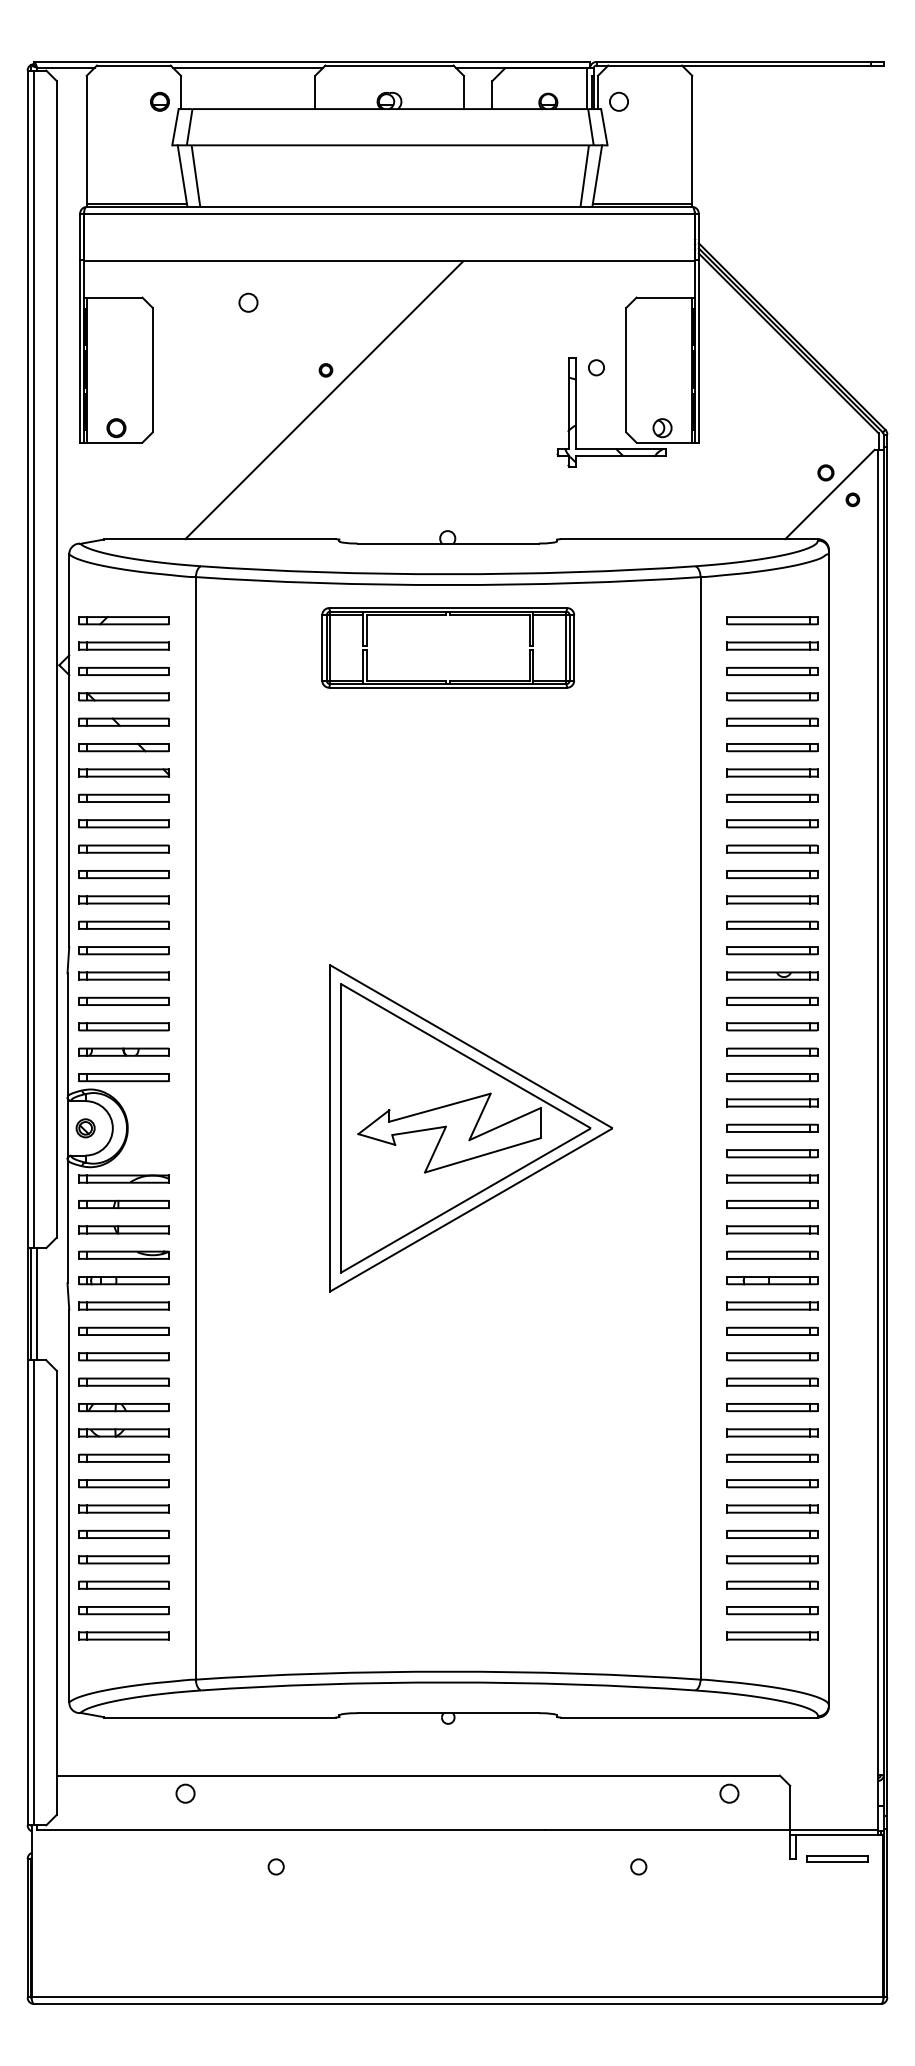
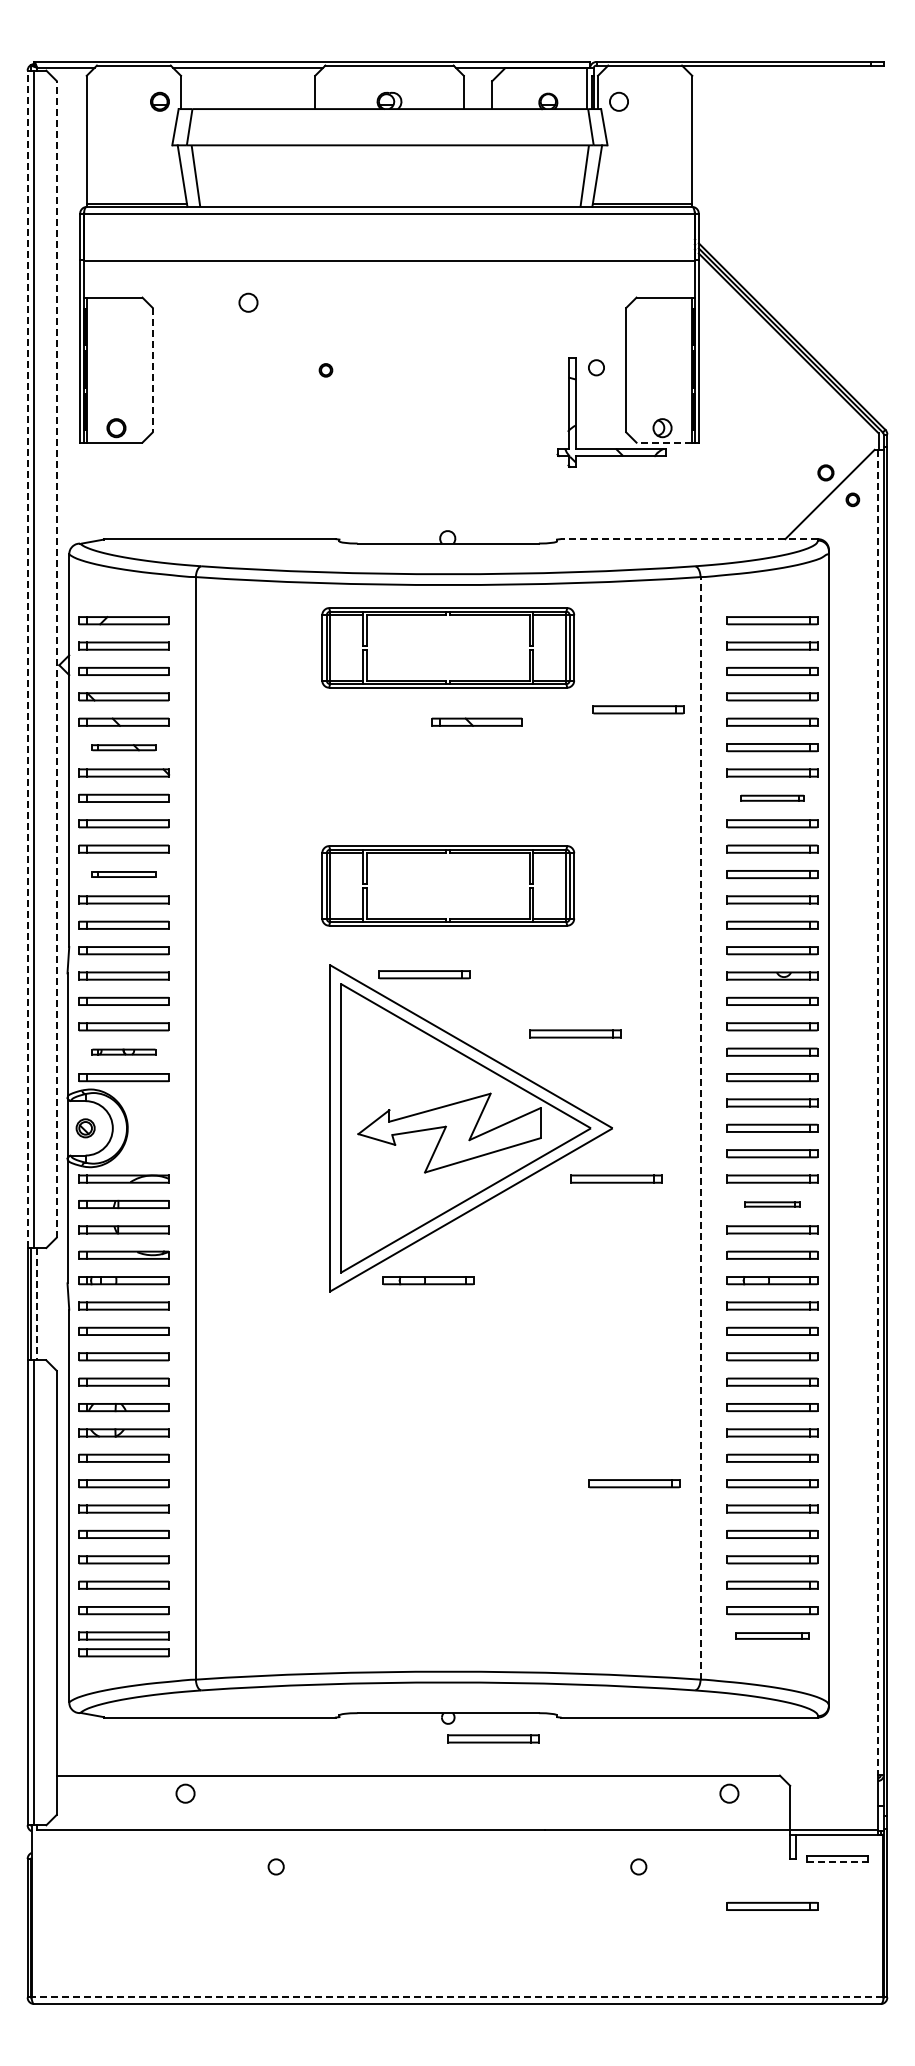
line at (152, 370): solid -> dashed
line at (324, 400): present -> none
line at (664, 442): solid -> dashed
line at (689, 539): solid -> dashed
line at (56, 658): solid -> dashed
line at (27, 659): solid -> dashed
part at (638, 709): none -> present
part at (476, 721): none -> present
part at (123, 747) size: 92x10 px -> 66x8 px
part at (772, 797) size: 93x10 px -> 65x8 px
part at (123, 874) size: 92x9 px -> 66x7 px
part at (448, 885): none -> present
part at (424, 974): none -> present
part at (575, 1033): none -> present
part at (123, 1051) size: 92x10 px -> 66x8 px
line at (877, 1112): solid -> dashed
line at (700, 1127): solid -> dashed
part at (616, 1178): none -> present
part at (772, 1204) size: 93x9 px -> 57x7 px
part at (428, 1280): none -> present
line at (37, 1304): solid -> dashed
part at (634, 1483): none -> present
part at (772, 1635) size: 93x10 px -> 75x8 px
part at (123, 1652): none -> present
part at (493, 1738): none -> present
line at (837, 1861): solid -> dashed
part at (772, 1905): none -> present
line at (457, 1997): solid -> dashed
